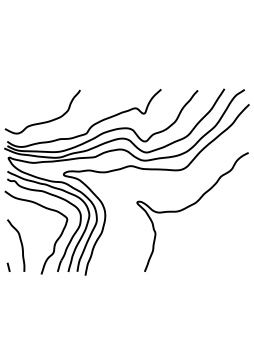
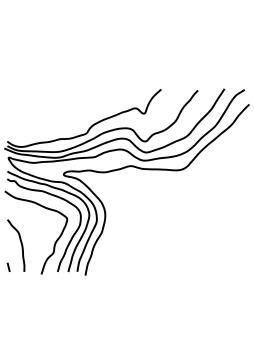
curve at (44, 121): present -> none
curve at (189, 207): present -> none
